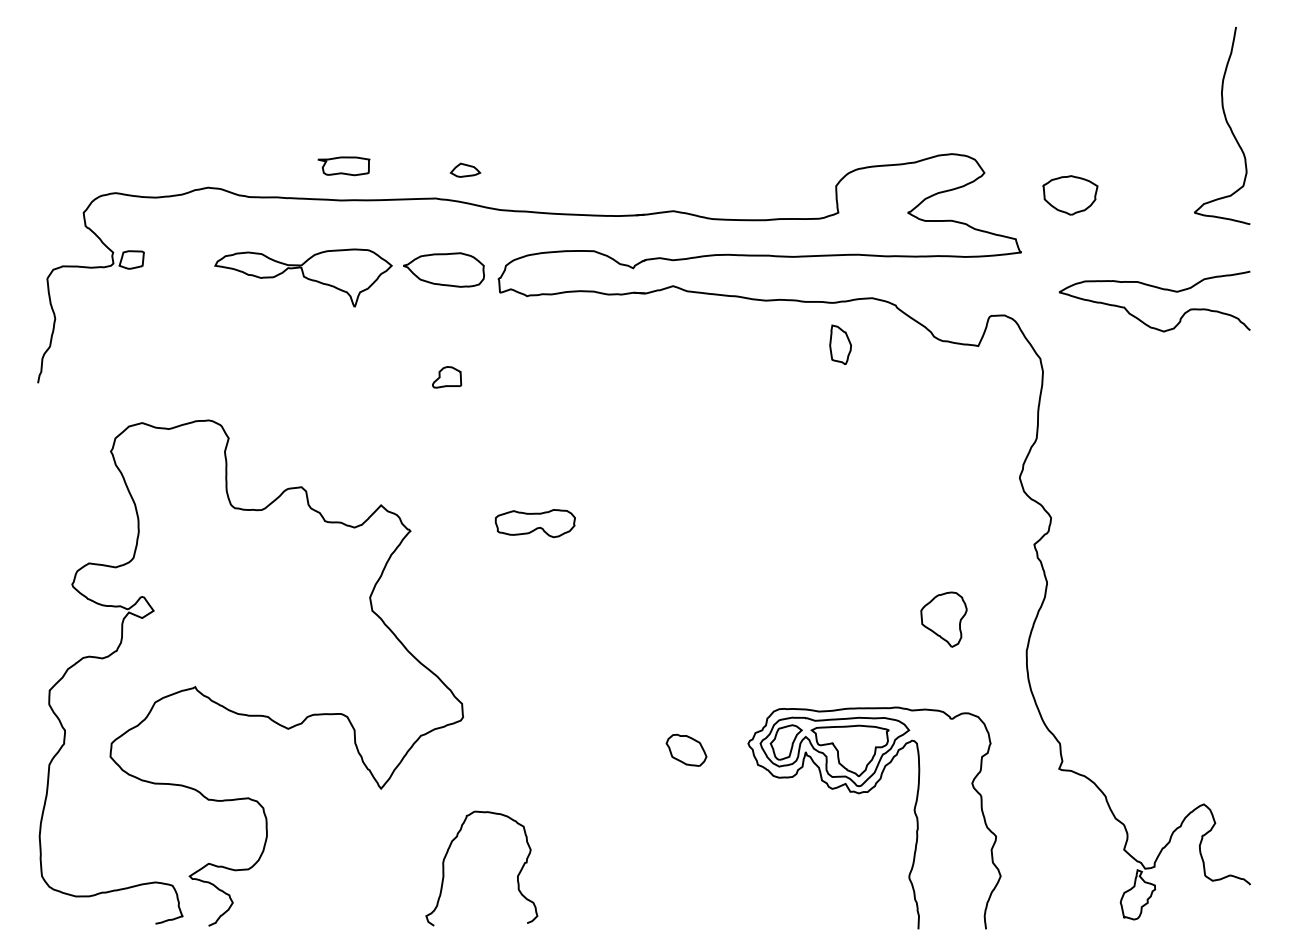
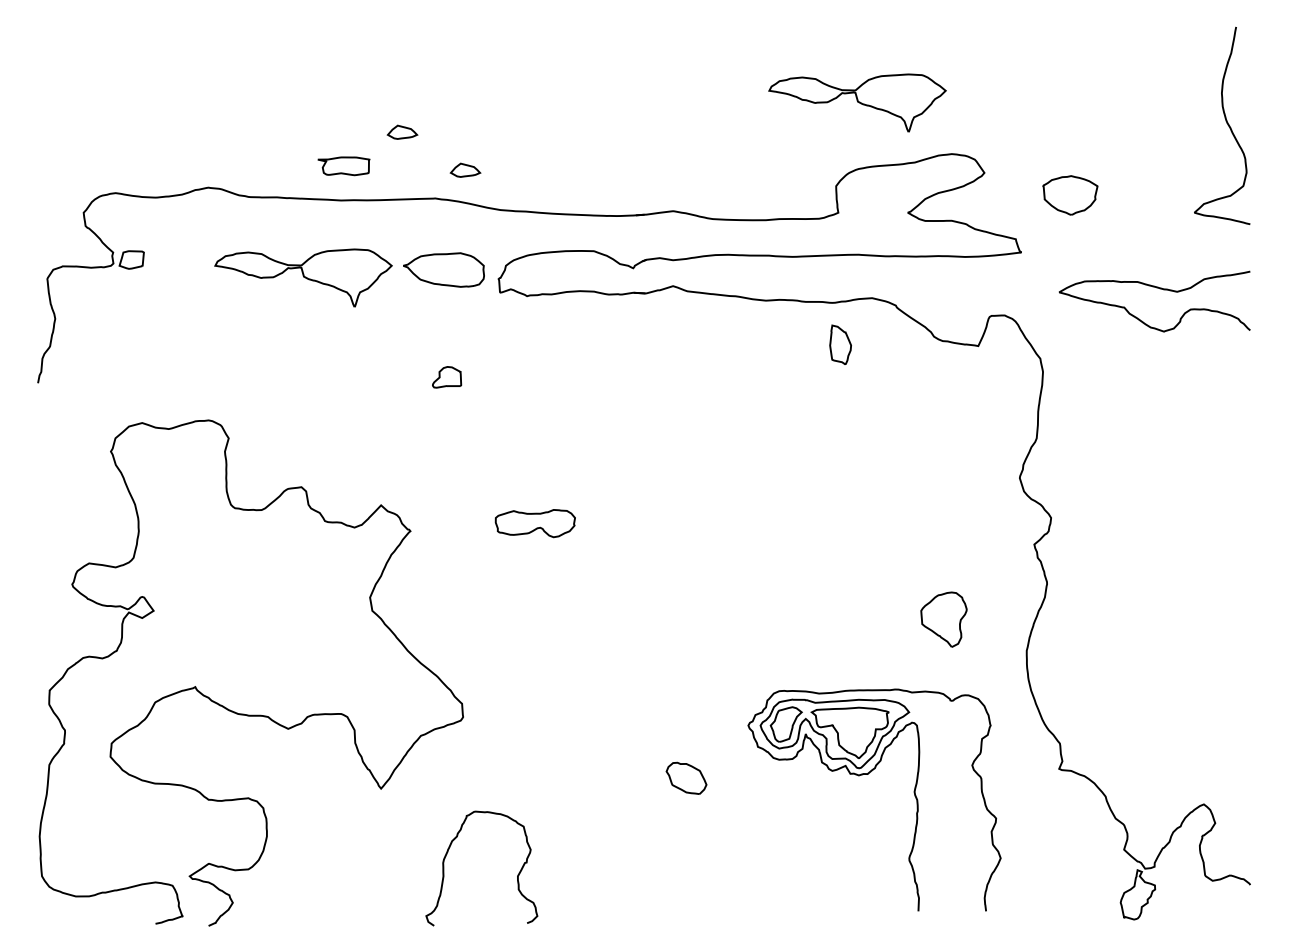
part at (857, 102): none -> present
part at (402, 131): none -> present
part at (686, 749) position: (686, 749) -> (686, 777)
part at (868, 792) position: (868, 792) -> (868, 774)
